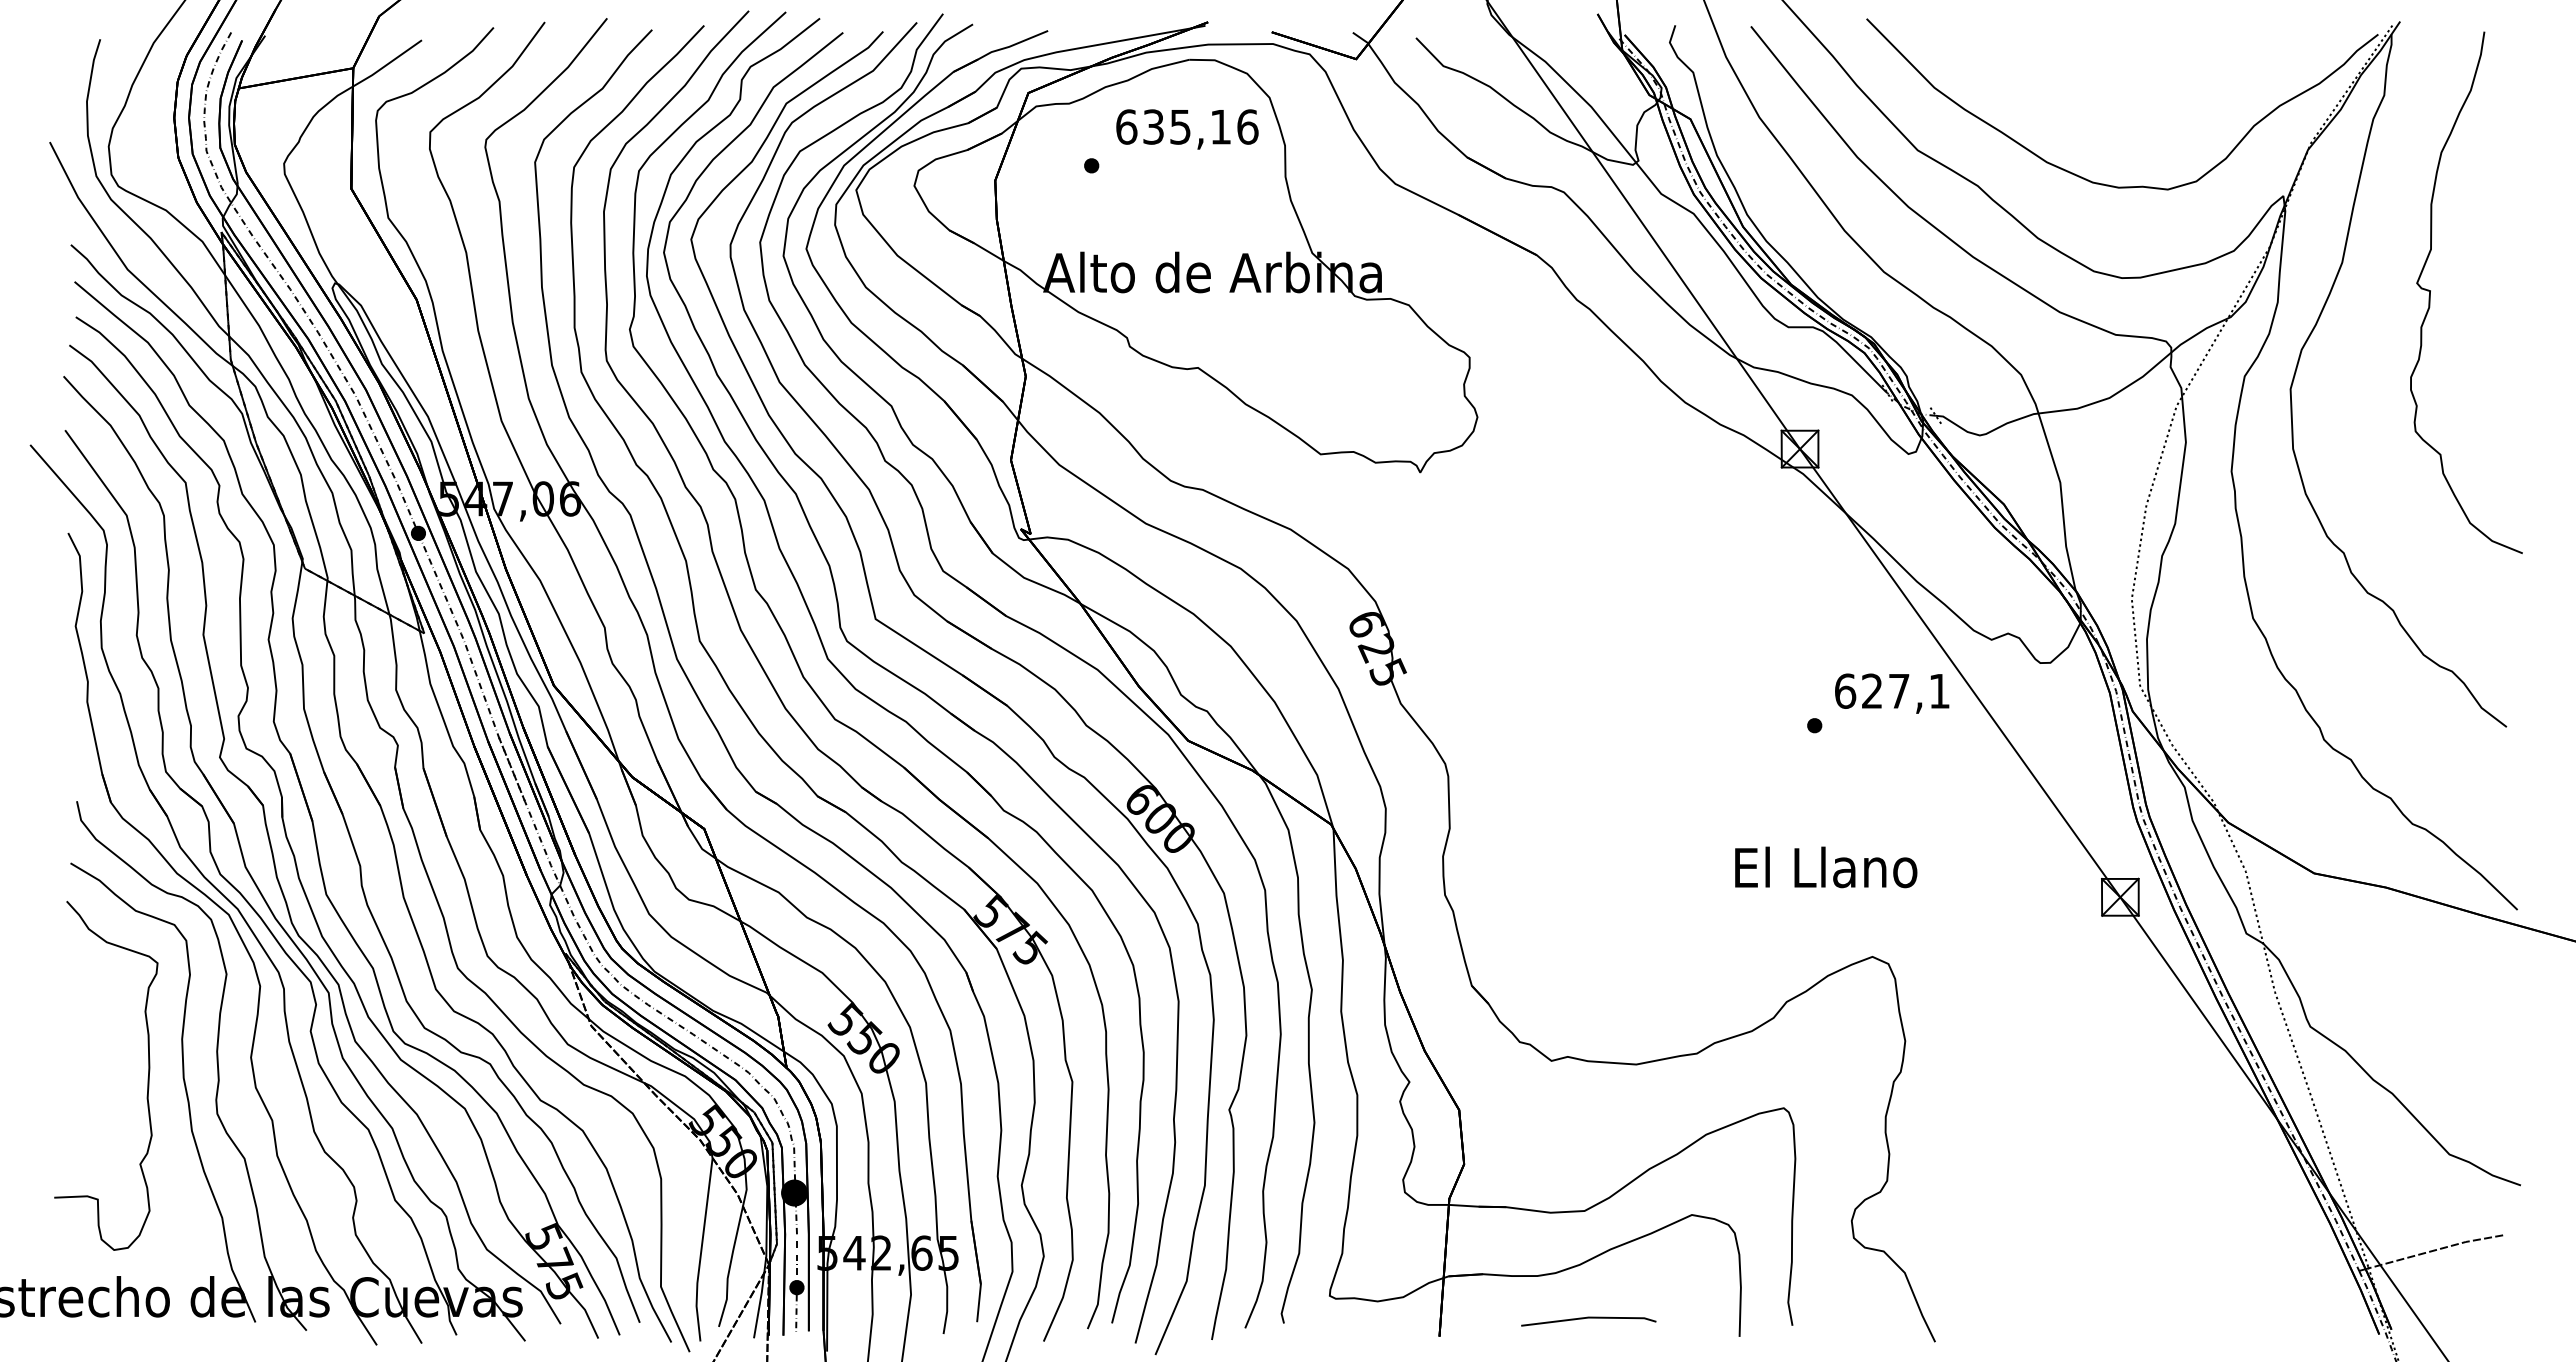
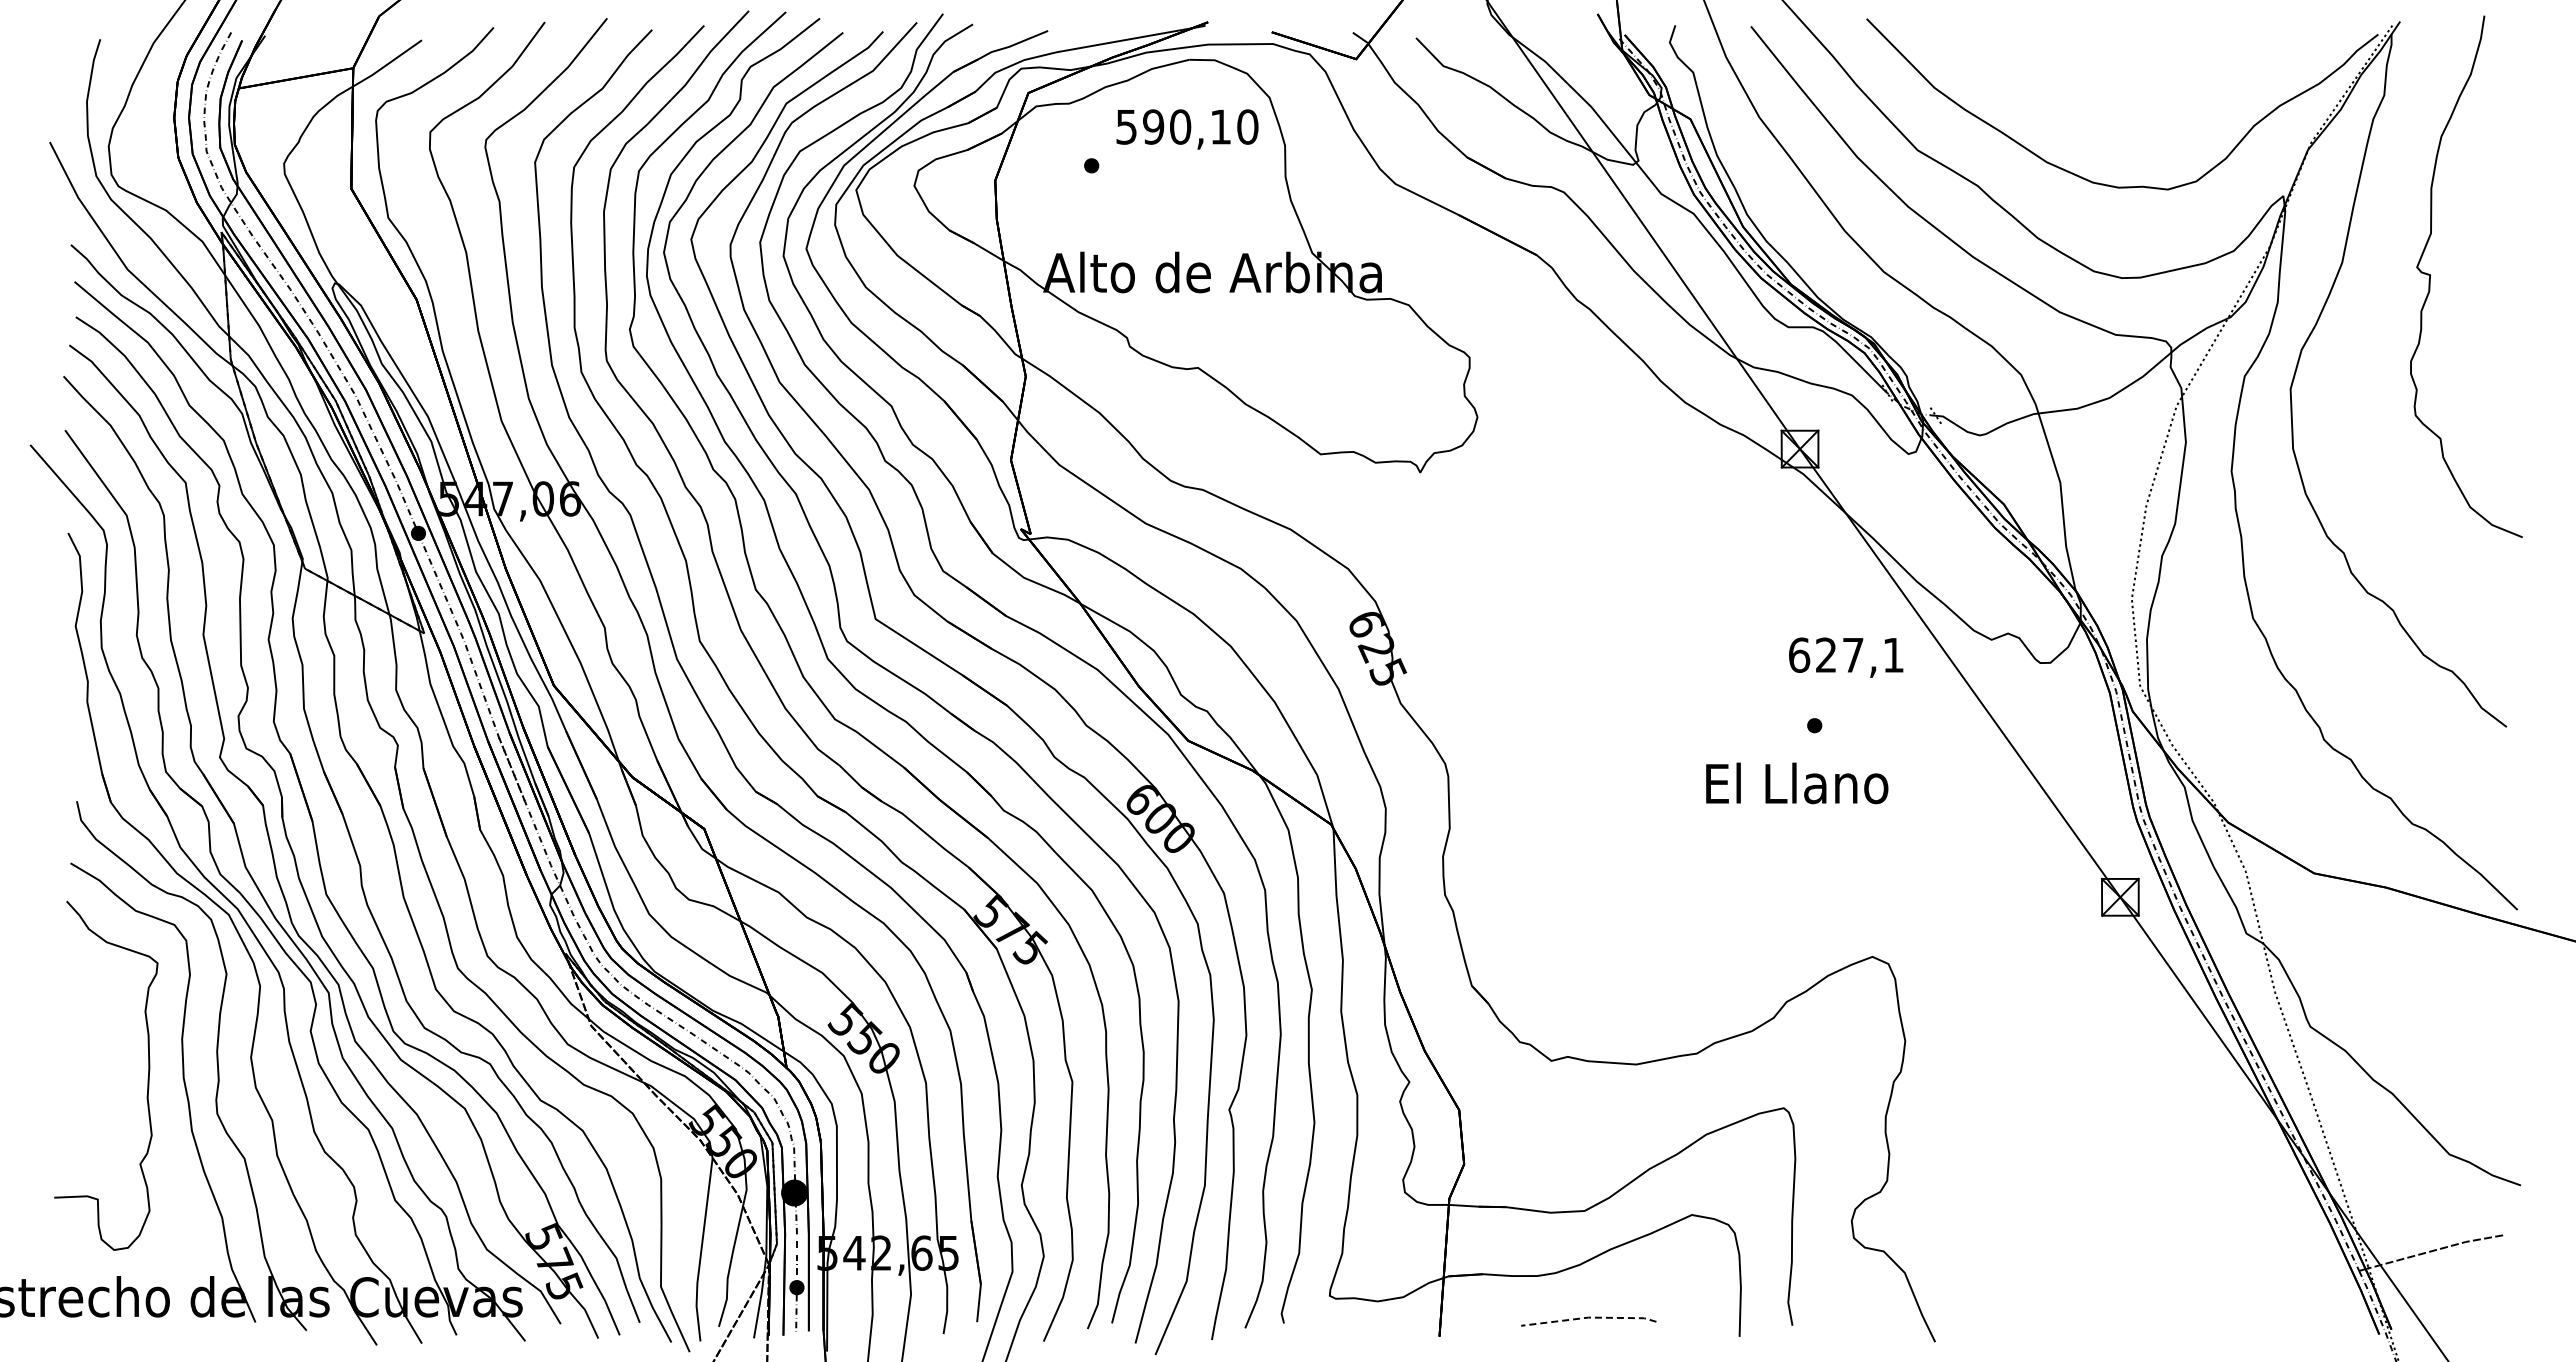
text at (1187, 126): 635,16 -> 590,10
curve at (2430, 292) position: (2430, 292) -> (2430, 276)
text at (1892, 693) position: (1892, 693) -> (1846, 657)
text at (1826, 867) position: (1826, 867) -> (1797, 783)
line at (1588, 1317): solid -> dashed
